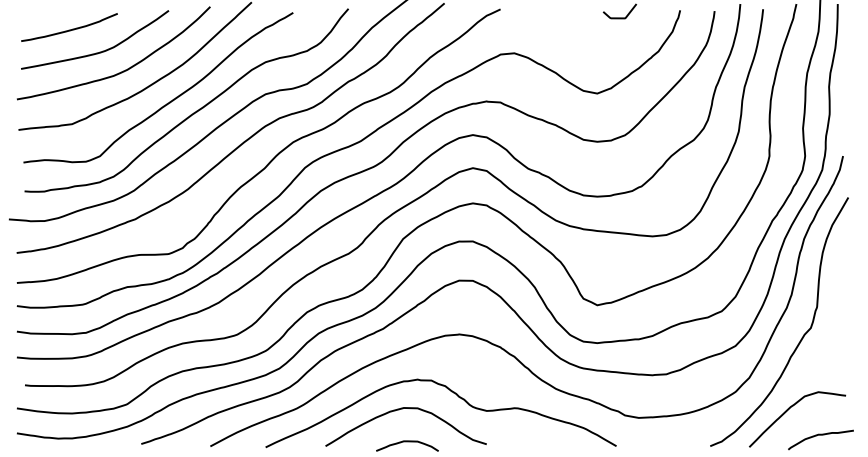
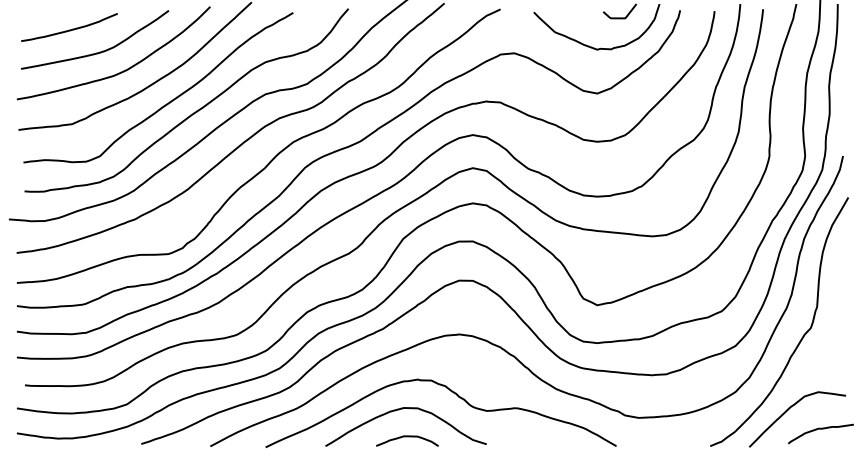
curve at (589, 45): none -> present
curve at (820, 435) position: (820, 435) -> (820, 429)
curve at (407, 442) position: (407, 442) -> (407, 437)
